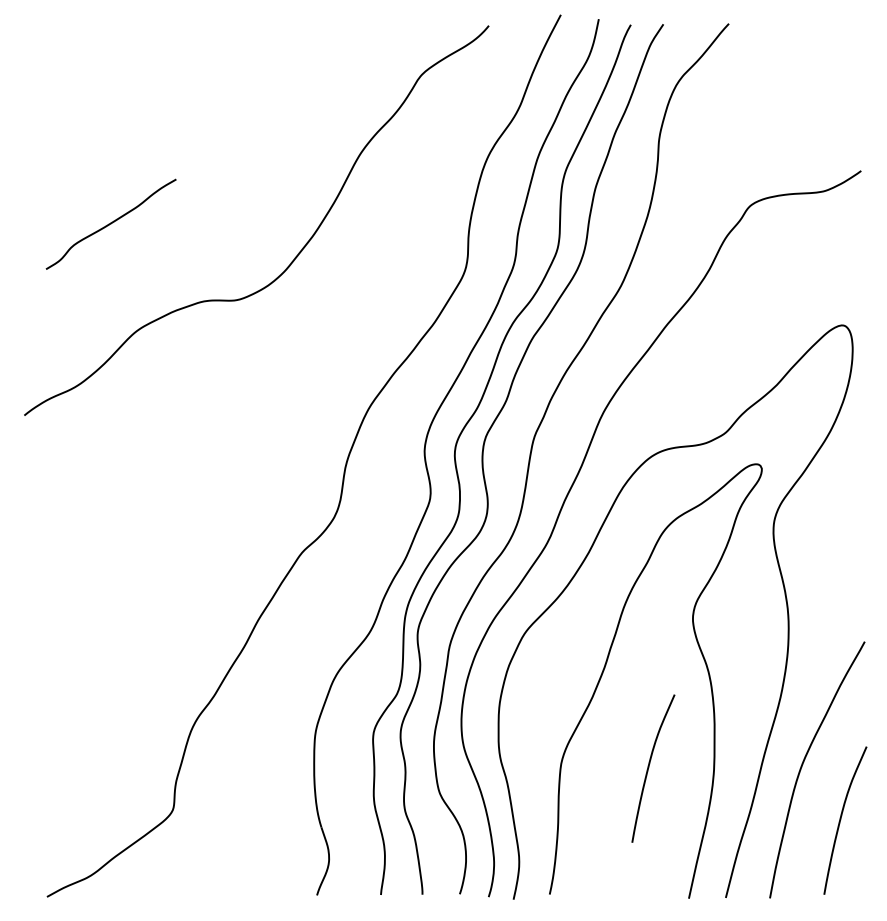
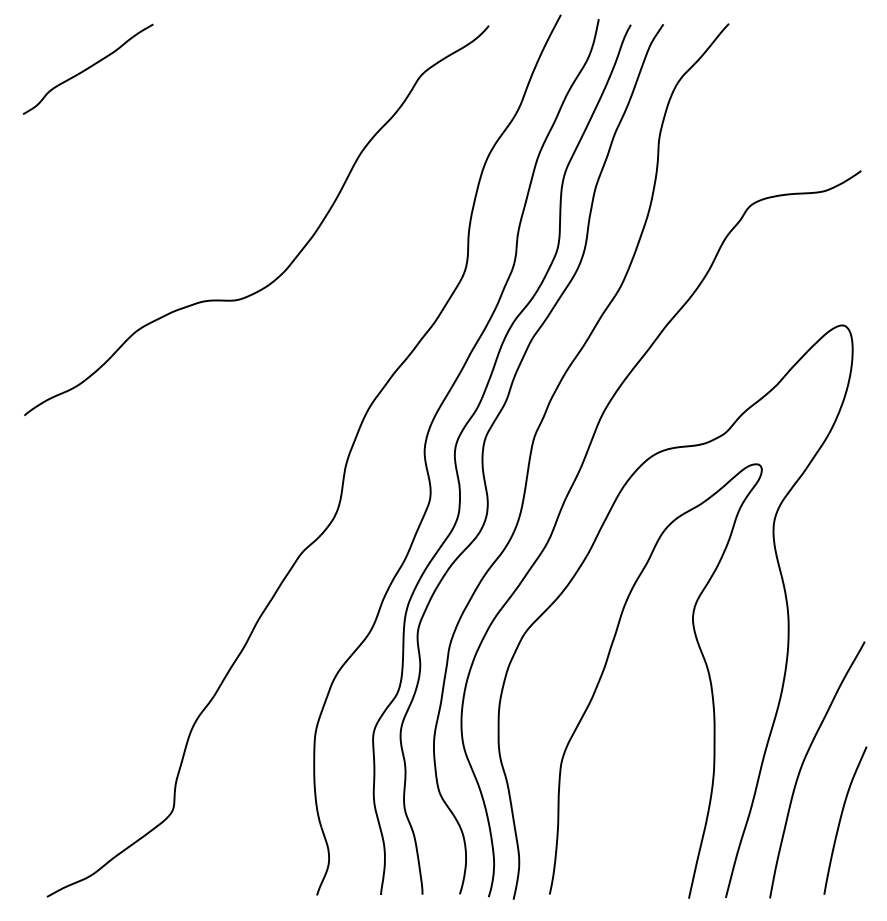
curve at (110, 223) position: (110, 223) -> (87, 68)
curve at (649, 767): present -> none
